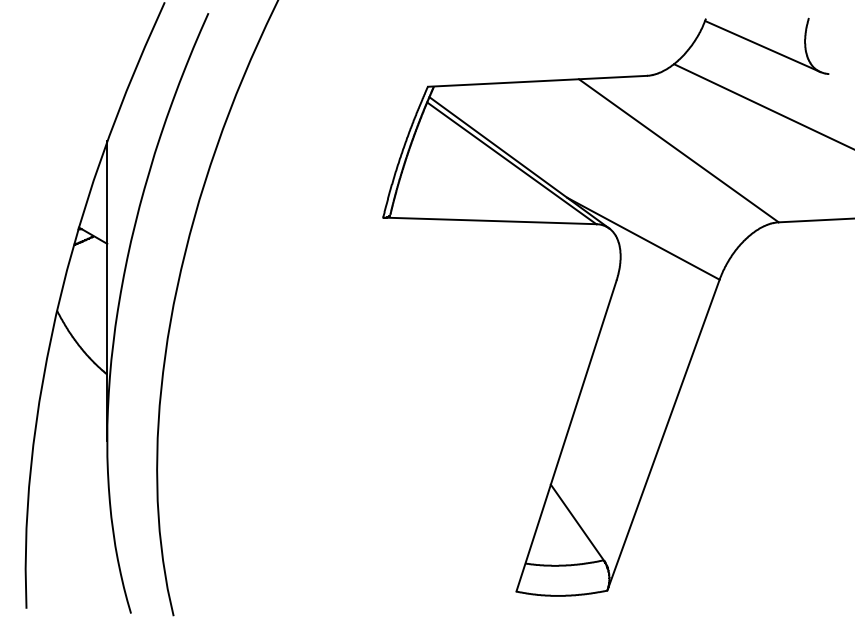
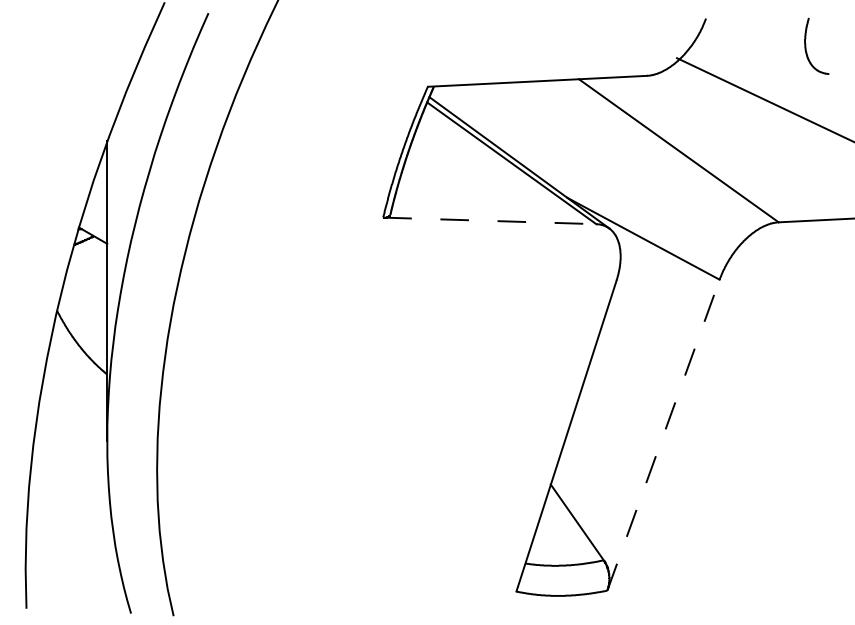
line at (762, 46): present -> none
line at (762, 106) position: (762, 106) -> (764, 99)
line at (489, 220): solid -> dashed
line at (663, 434): solid -> dashed
